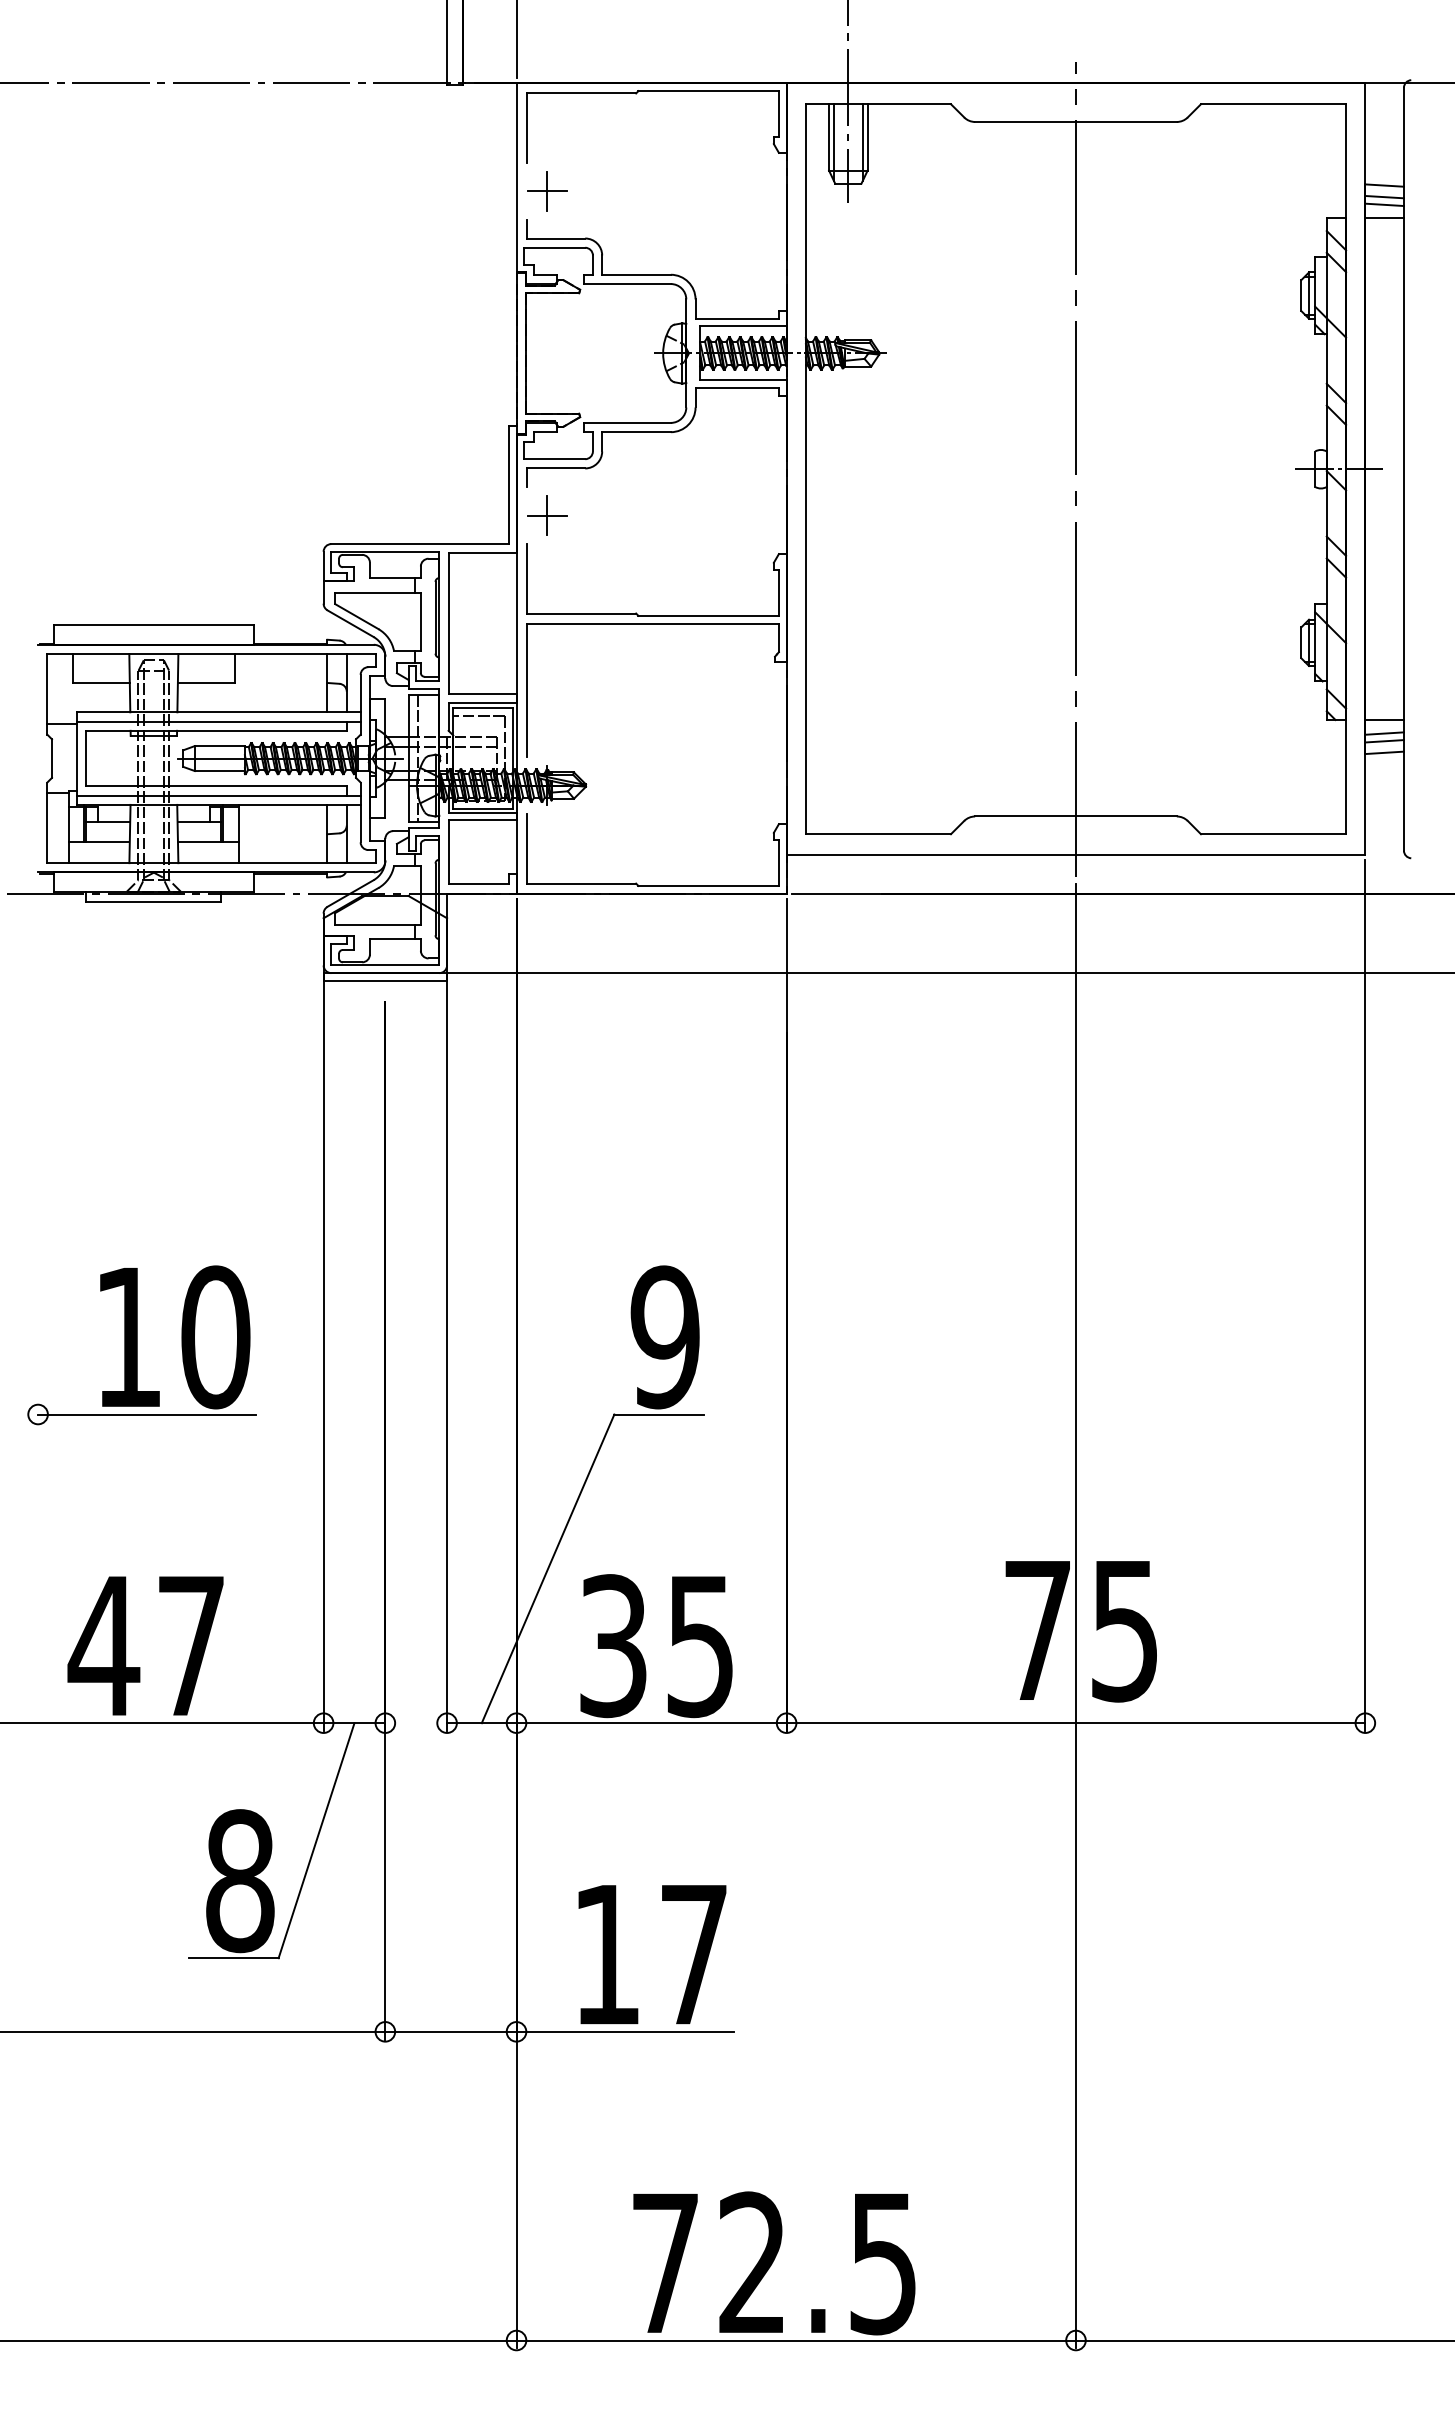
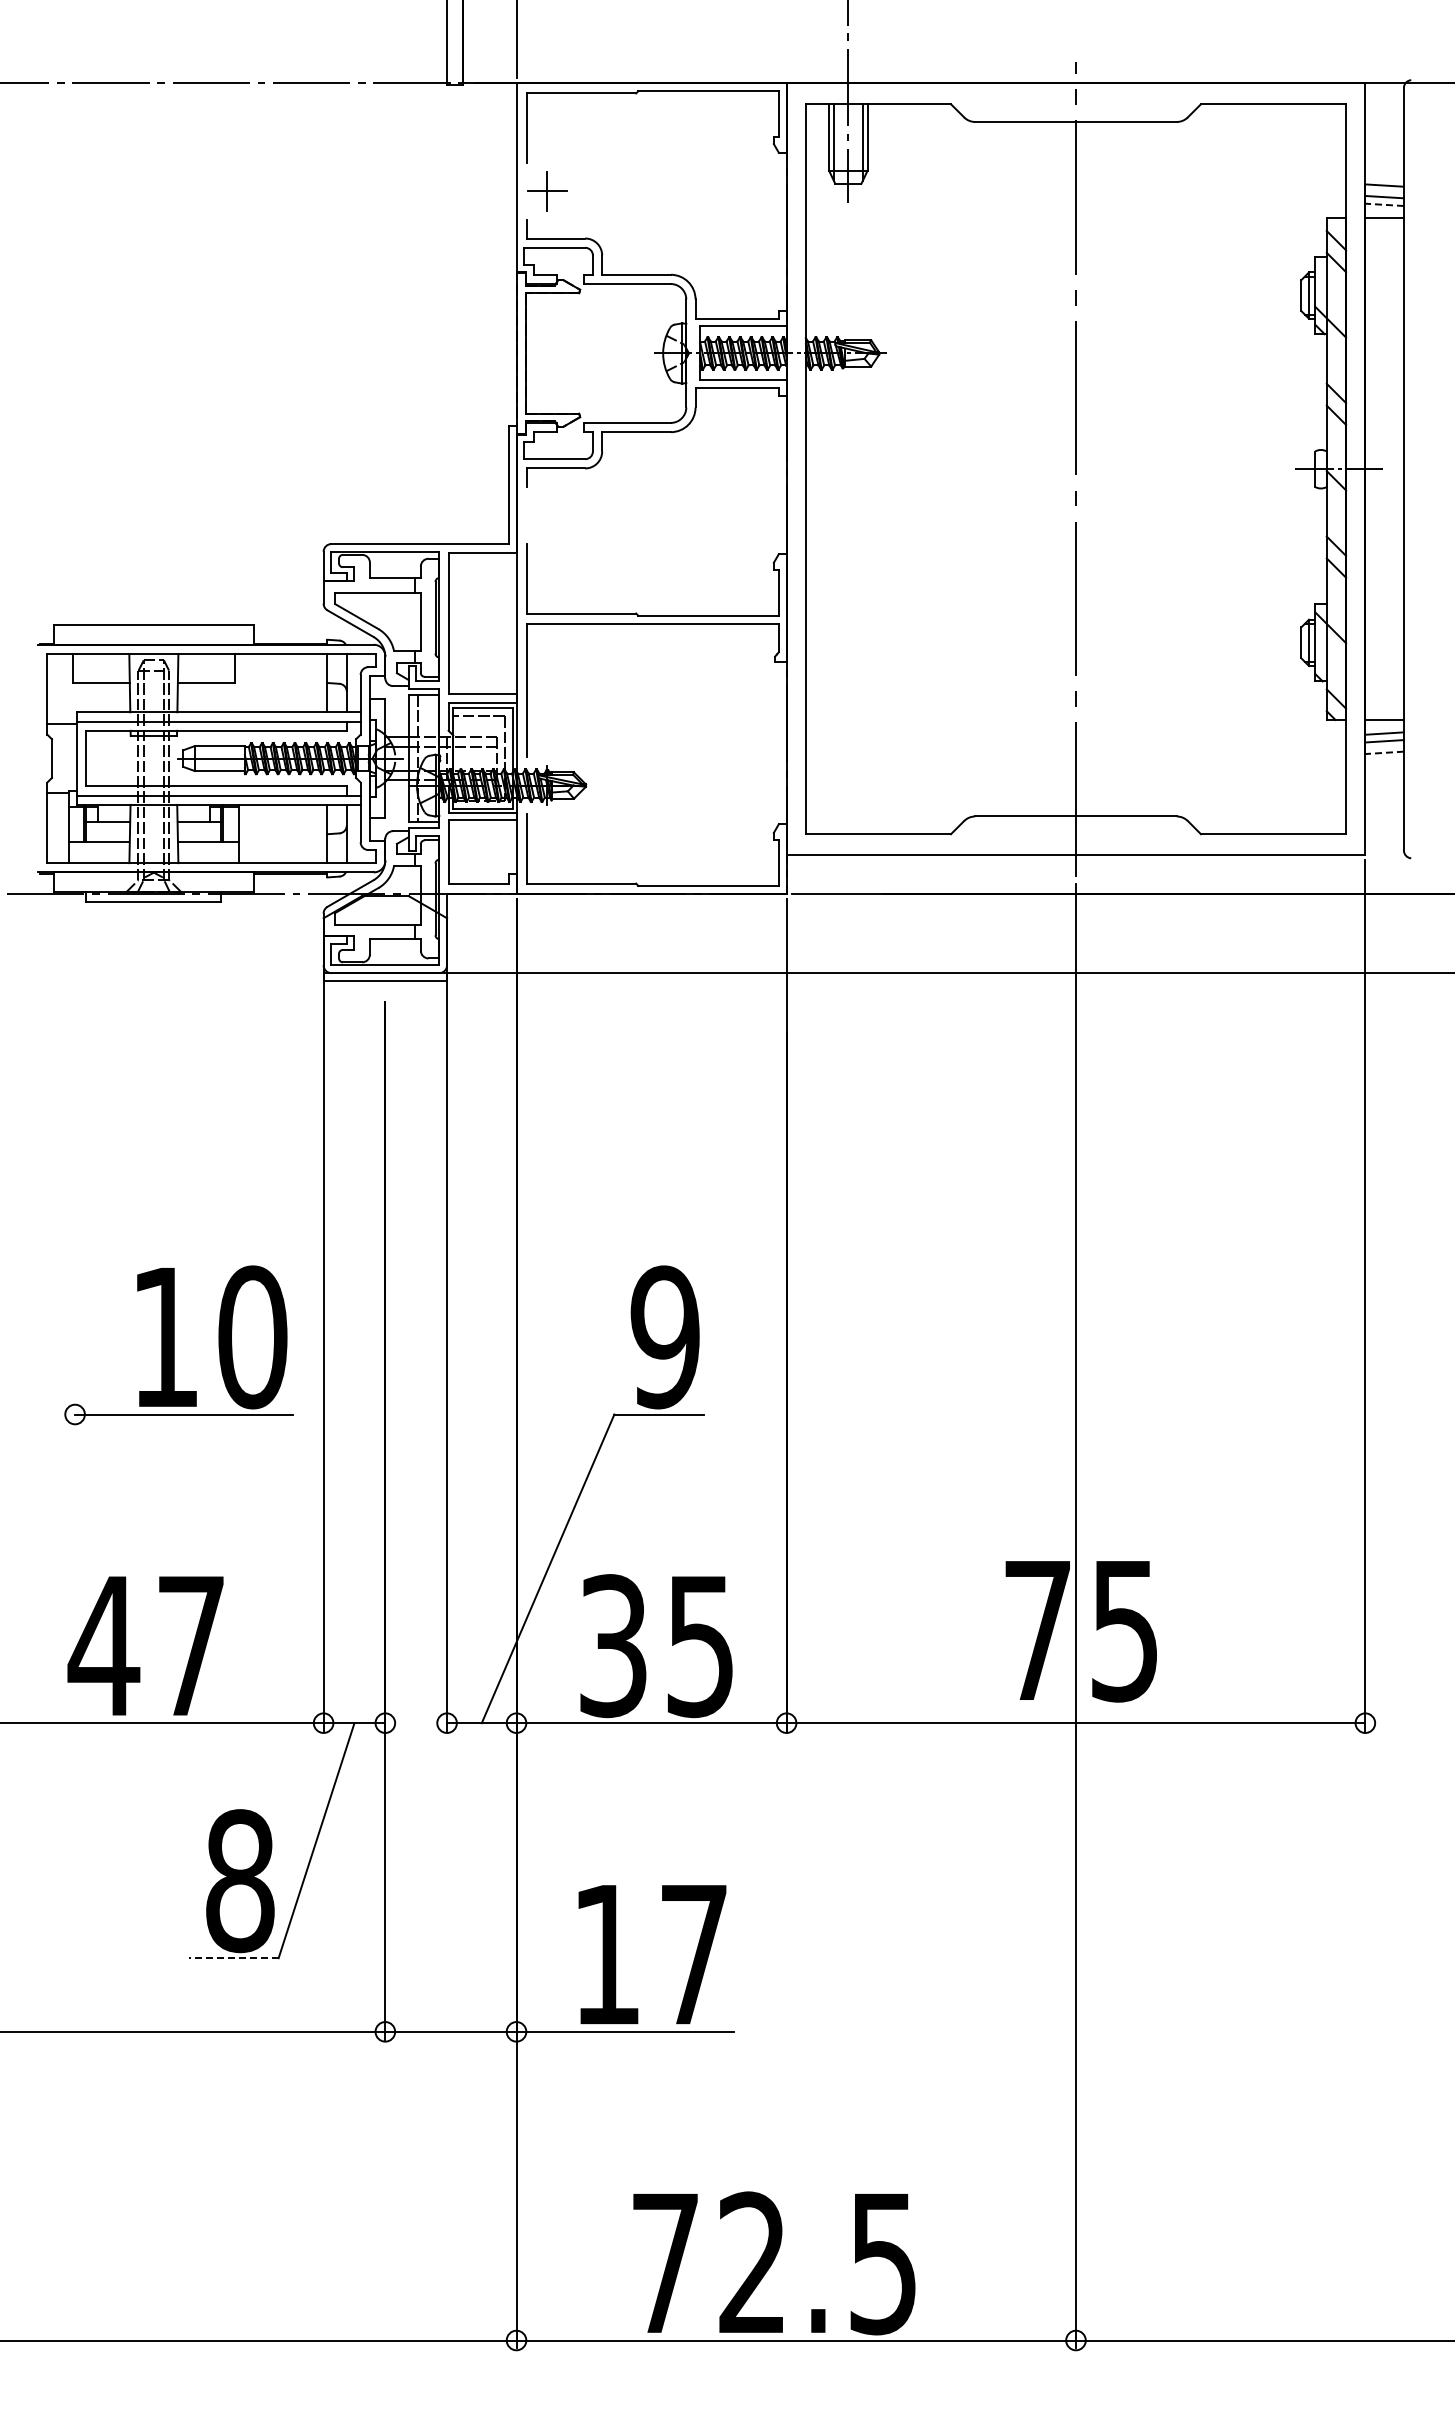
line at (1384, 204): solid -> dashed
part at (547, 515): present -> none
line at (1384, 752): solid -> dashed
part at (141, 1345) position: (141, 1345) -> (178, 1345)
line at (233, 1958): solid -> dashed
